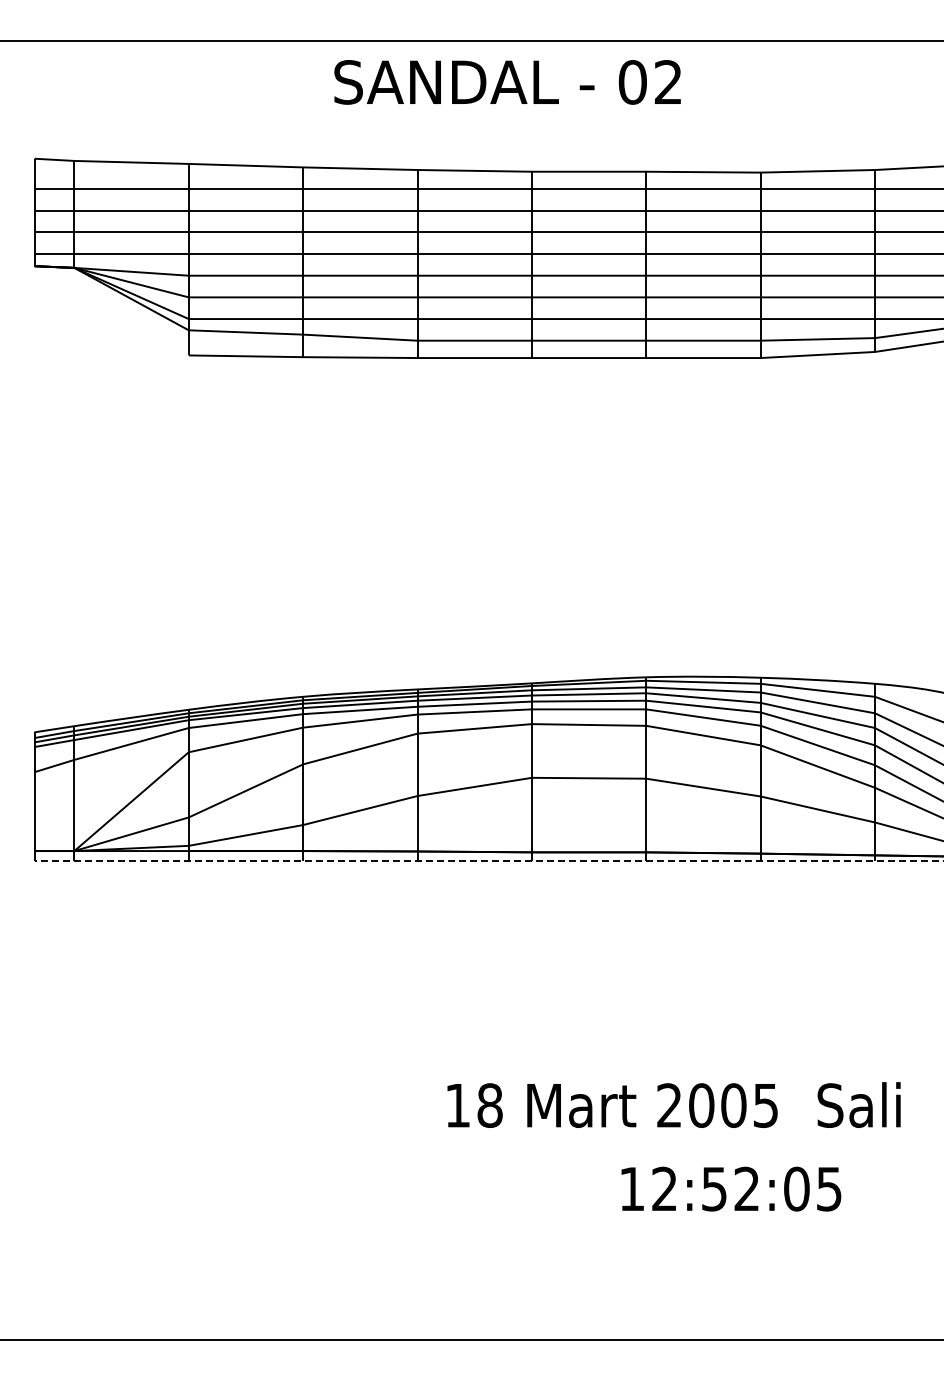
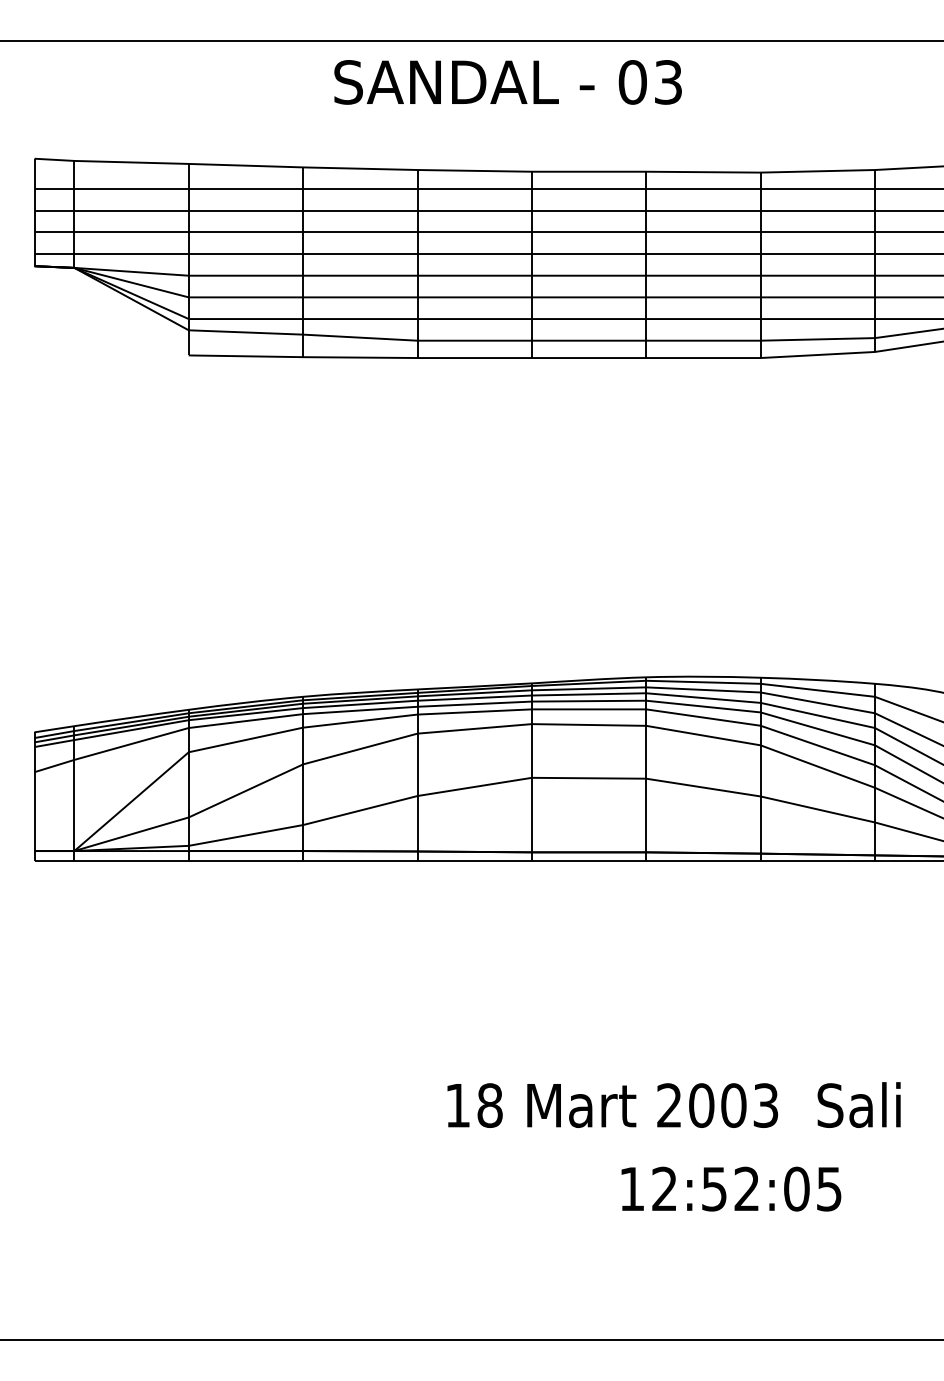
text at (667, 82): 02 -> 03
line at (489, 860): dashed -> solid
text at (766, 1105): 2005 -> 2003
